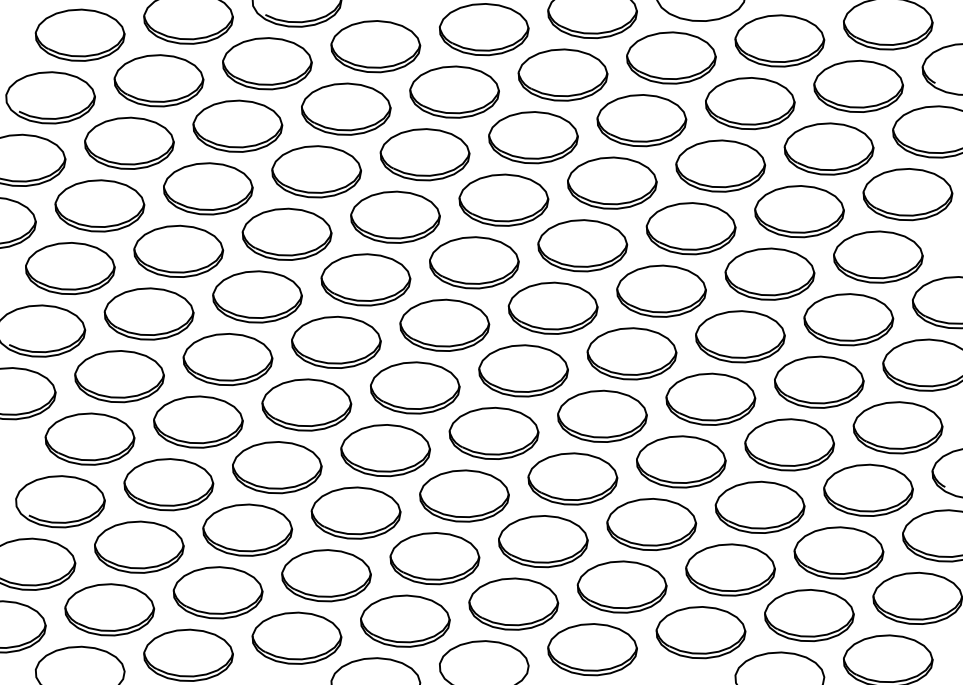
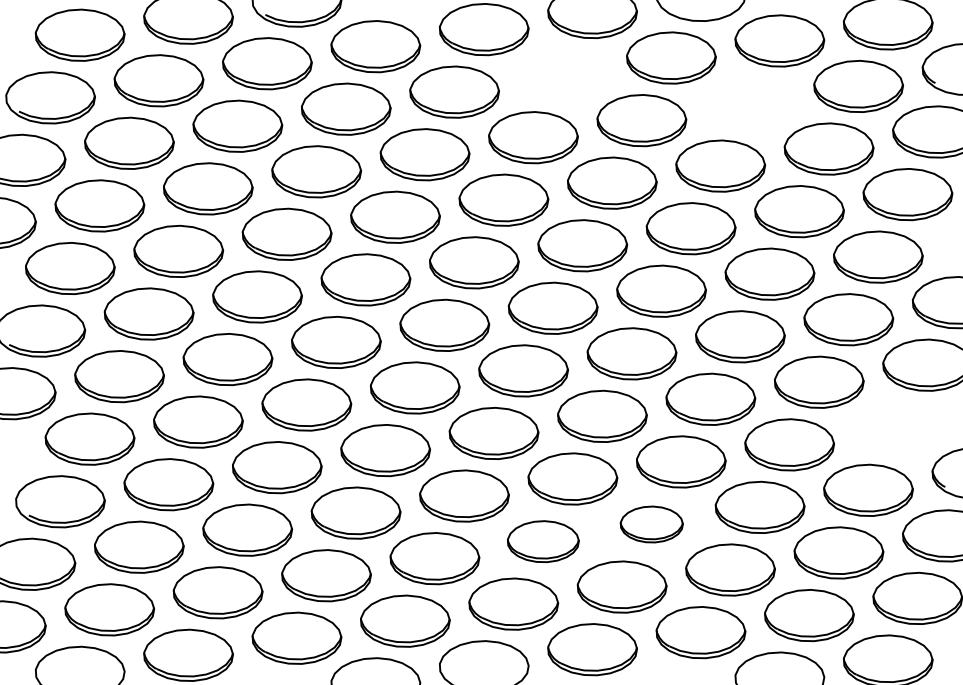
part at (562, 74): present -> none
part at (750, 103): present -> none
part at (897, 427): present -> none
part at (651, 524) size: 92x53 px -> 65x39 px
part at (543, 541) size: 91x54 px -> 73x43 px
